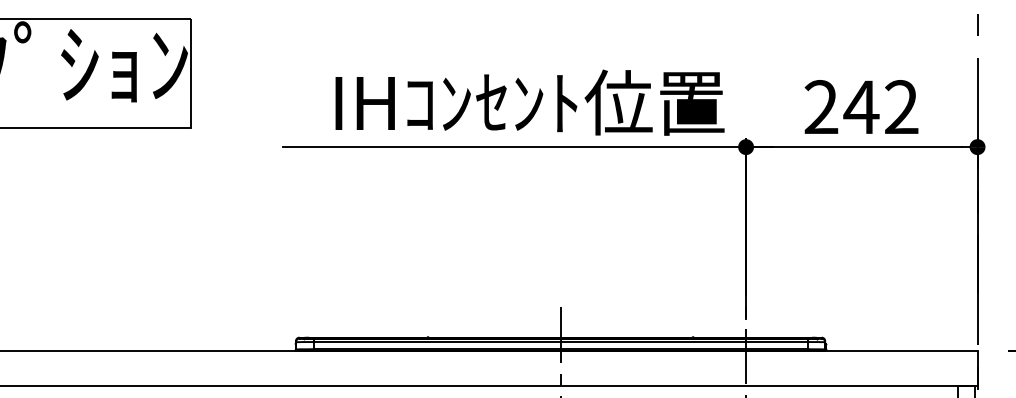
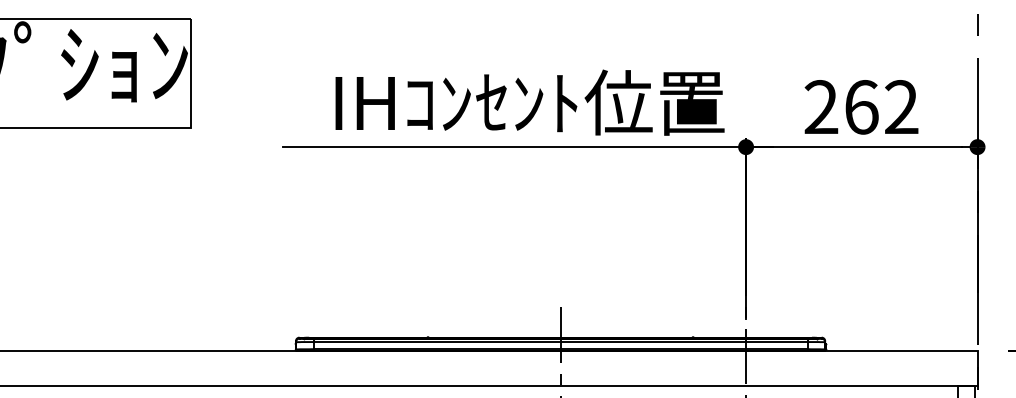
text at (861, 107): 242 -> 262
